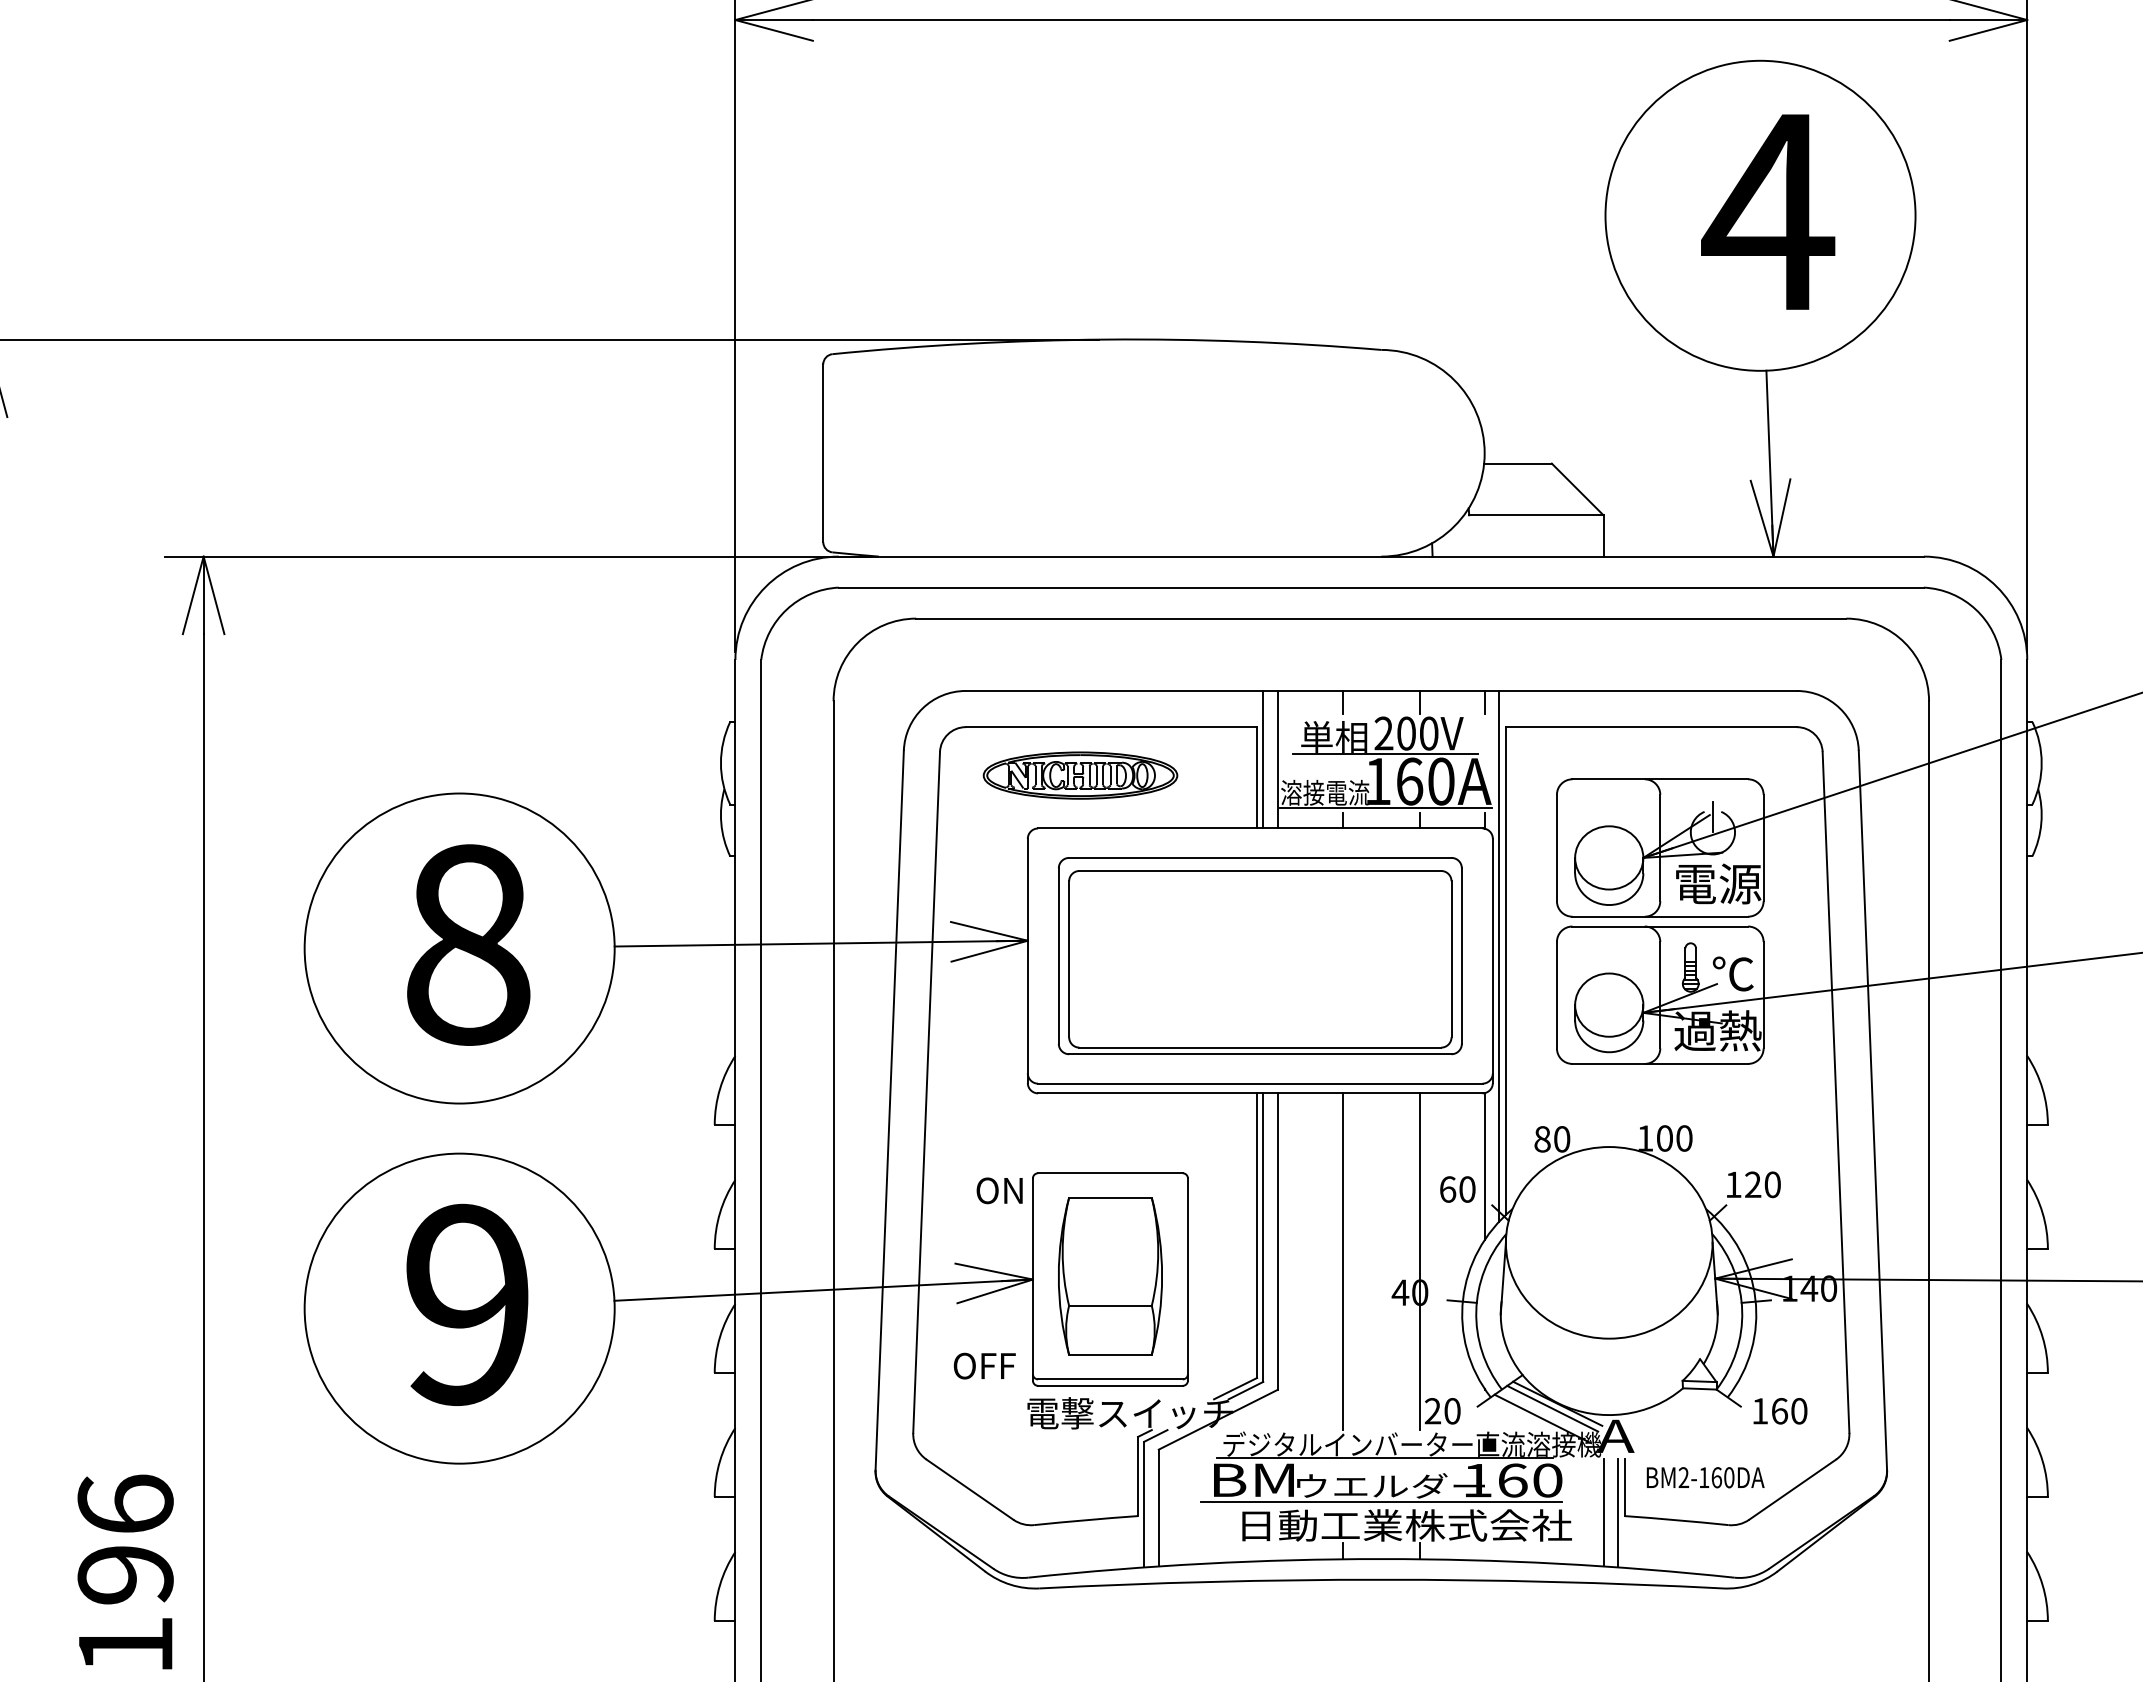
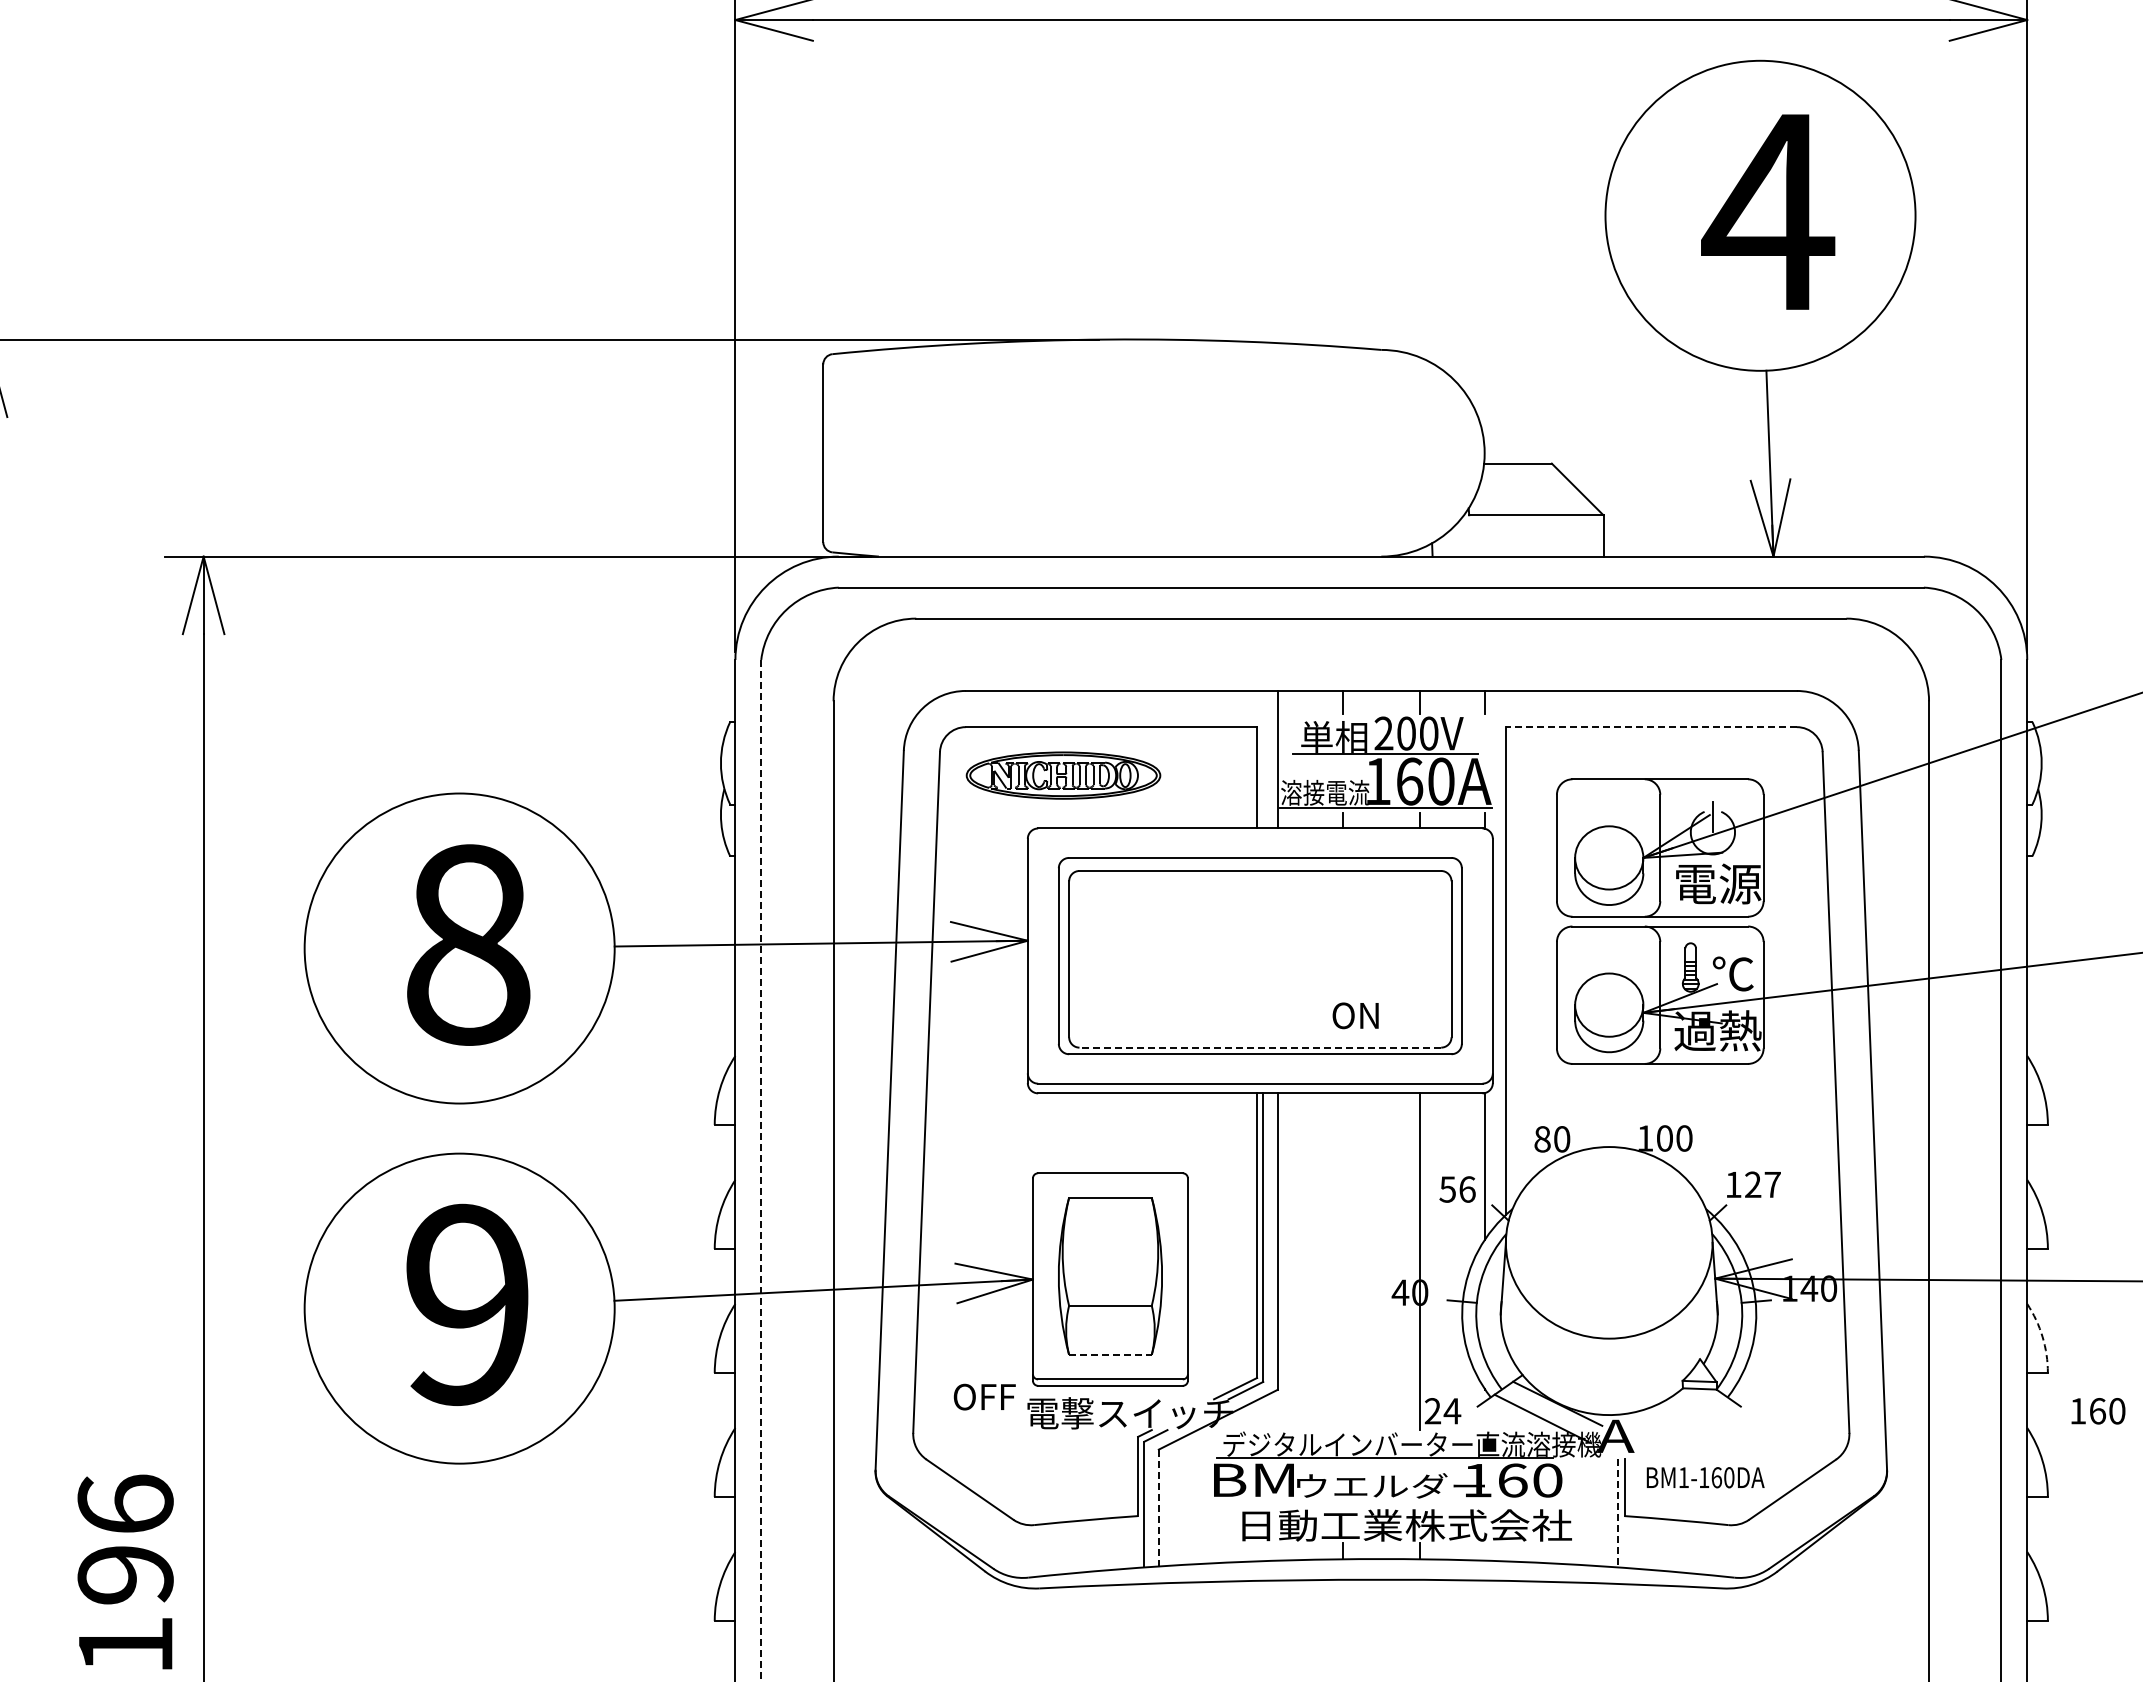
line at (1651, 727): solid -> dashed
line at (1263, 759): present -> none
part at (1080, 775) position: (1080, 775) -> (1063, 775)
line at (1499, 955): present -> none
line at (1260, 1047): solid -> dashed
line at (761, 1170): solid -> dashed
text at (1772, 1184): 120 -> 127
text at (1457, 1189): 60 -> 56
text at (999, 1190) position: (999, 1190) -> (1355, 1015)
line at (1343, 1261): present -> none
arc at (2042, 1337): solid -> dashed
line at (1110, 1354): solid -> dashed
text at (984, 1365) position: (984, 1365) -> (984, 1396)
line at (1552, 1408): present -> none
text at (1452, 1411): 20 -> 24
text at (1780, 1411) position: (1780, 1411) -> (2098, 1411)
text at (1683, 1477): BM2-160DA -> BM1-160DA
line at (1381, 1502): present -> none
line at (1158, 1508): solid -> dashed
line at (1603, 1512): present -> none
line at (1618, 1513): solid -> dashed
